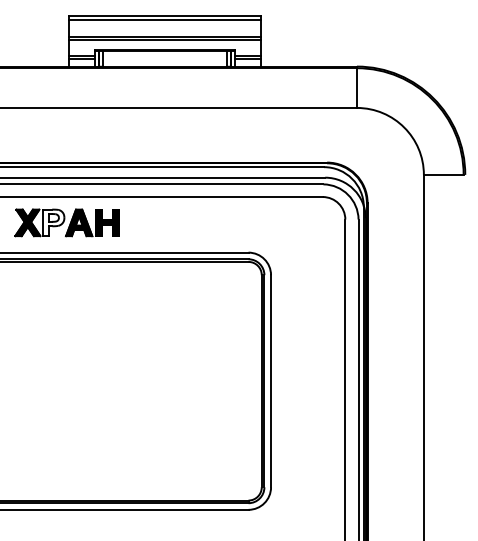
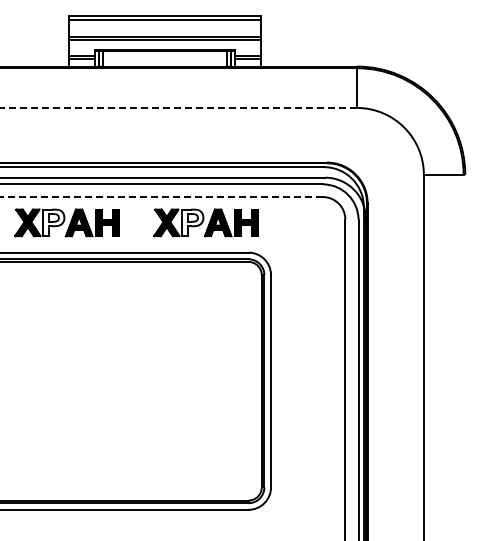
line at (178, 107): solid -> dashed
line at (160, 197): solid -> dashed
part at (205, 222): none -> present
